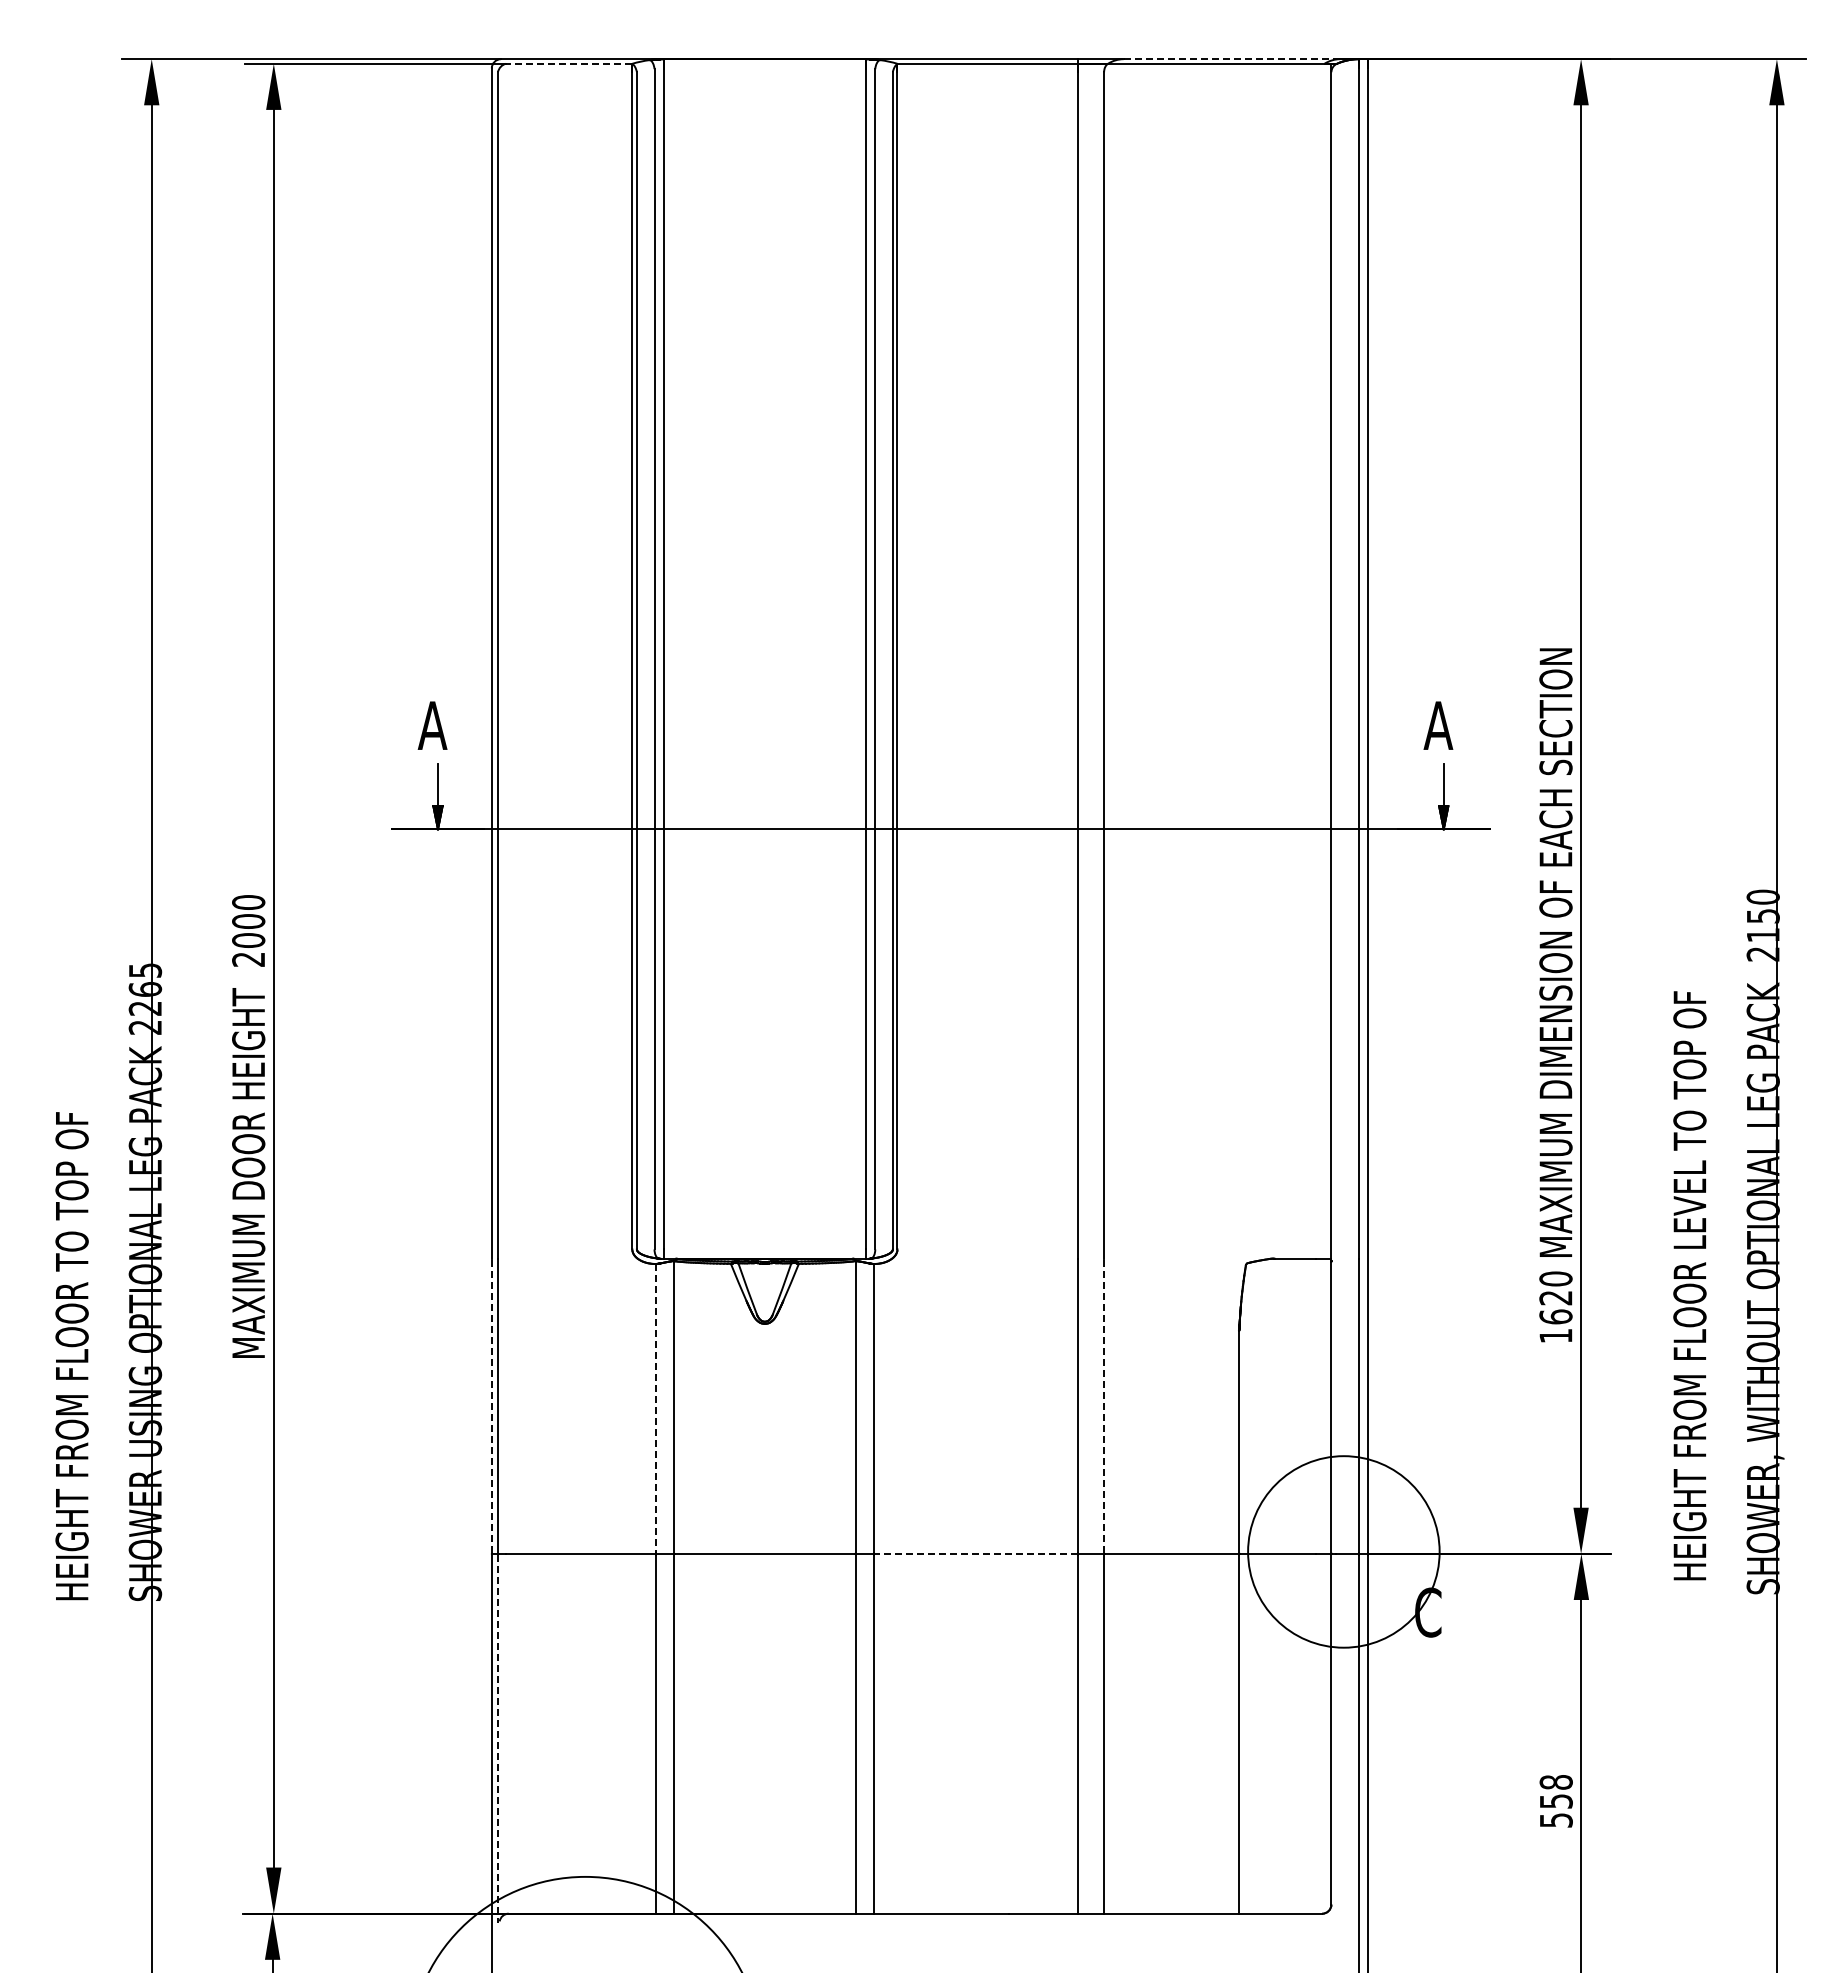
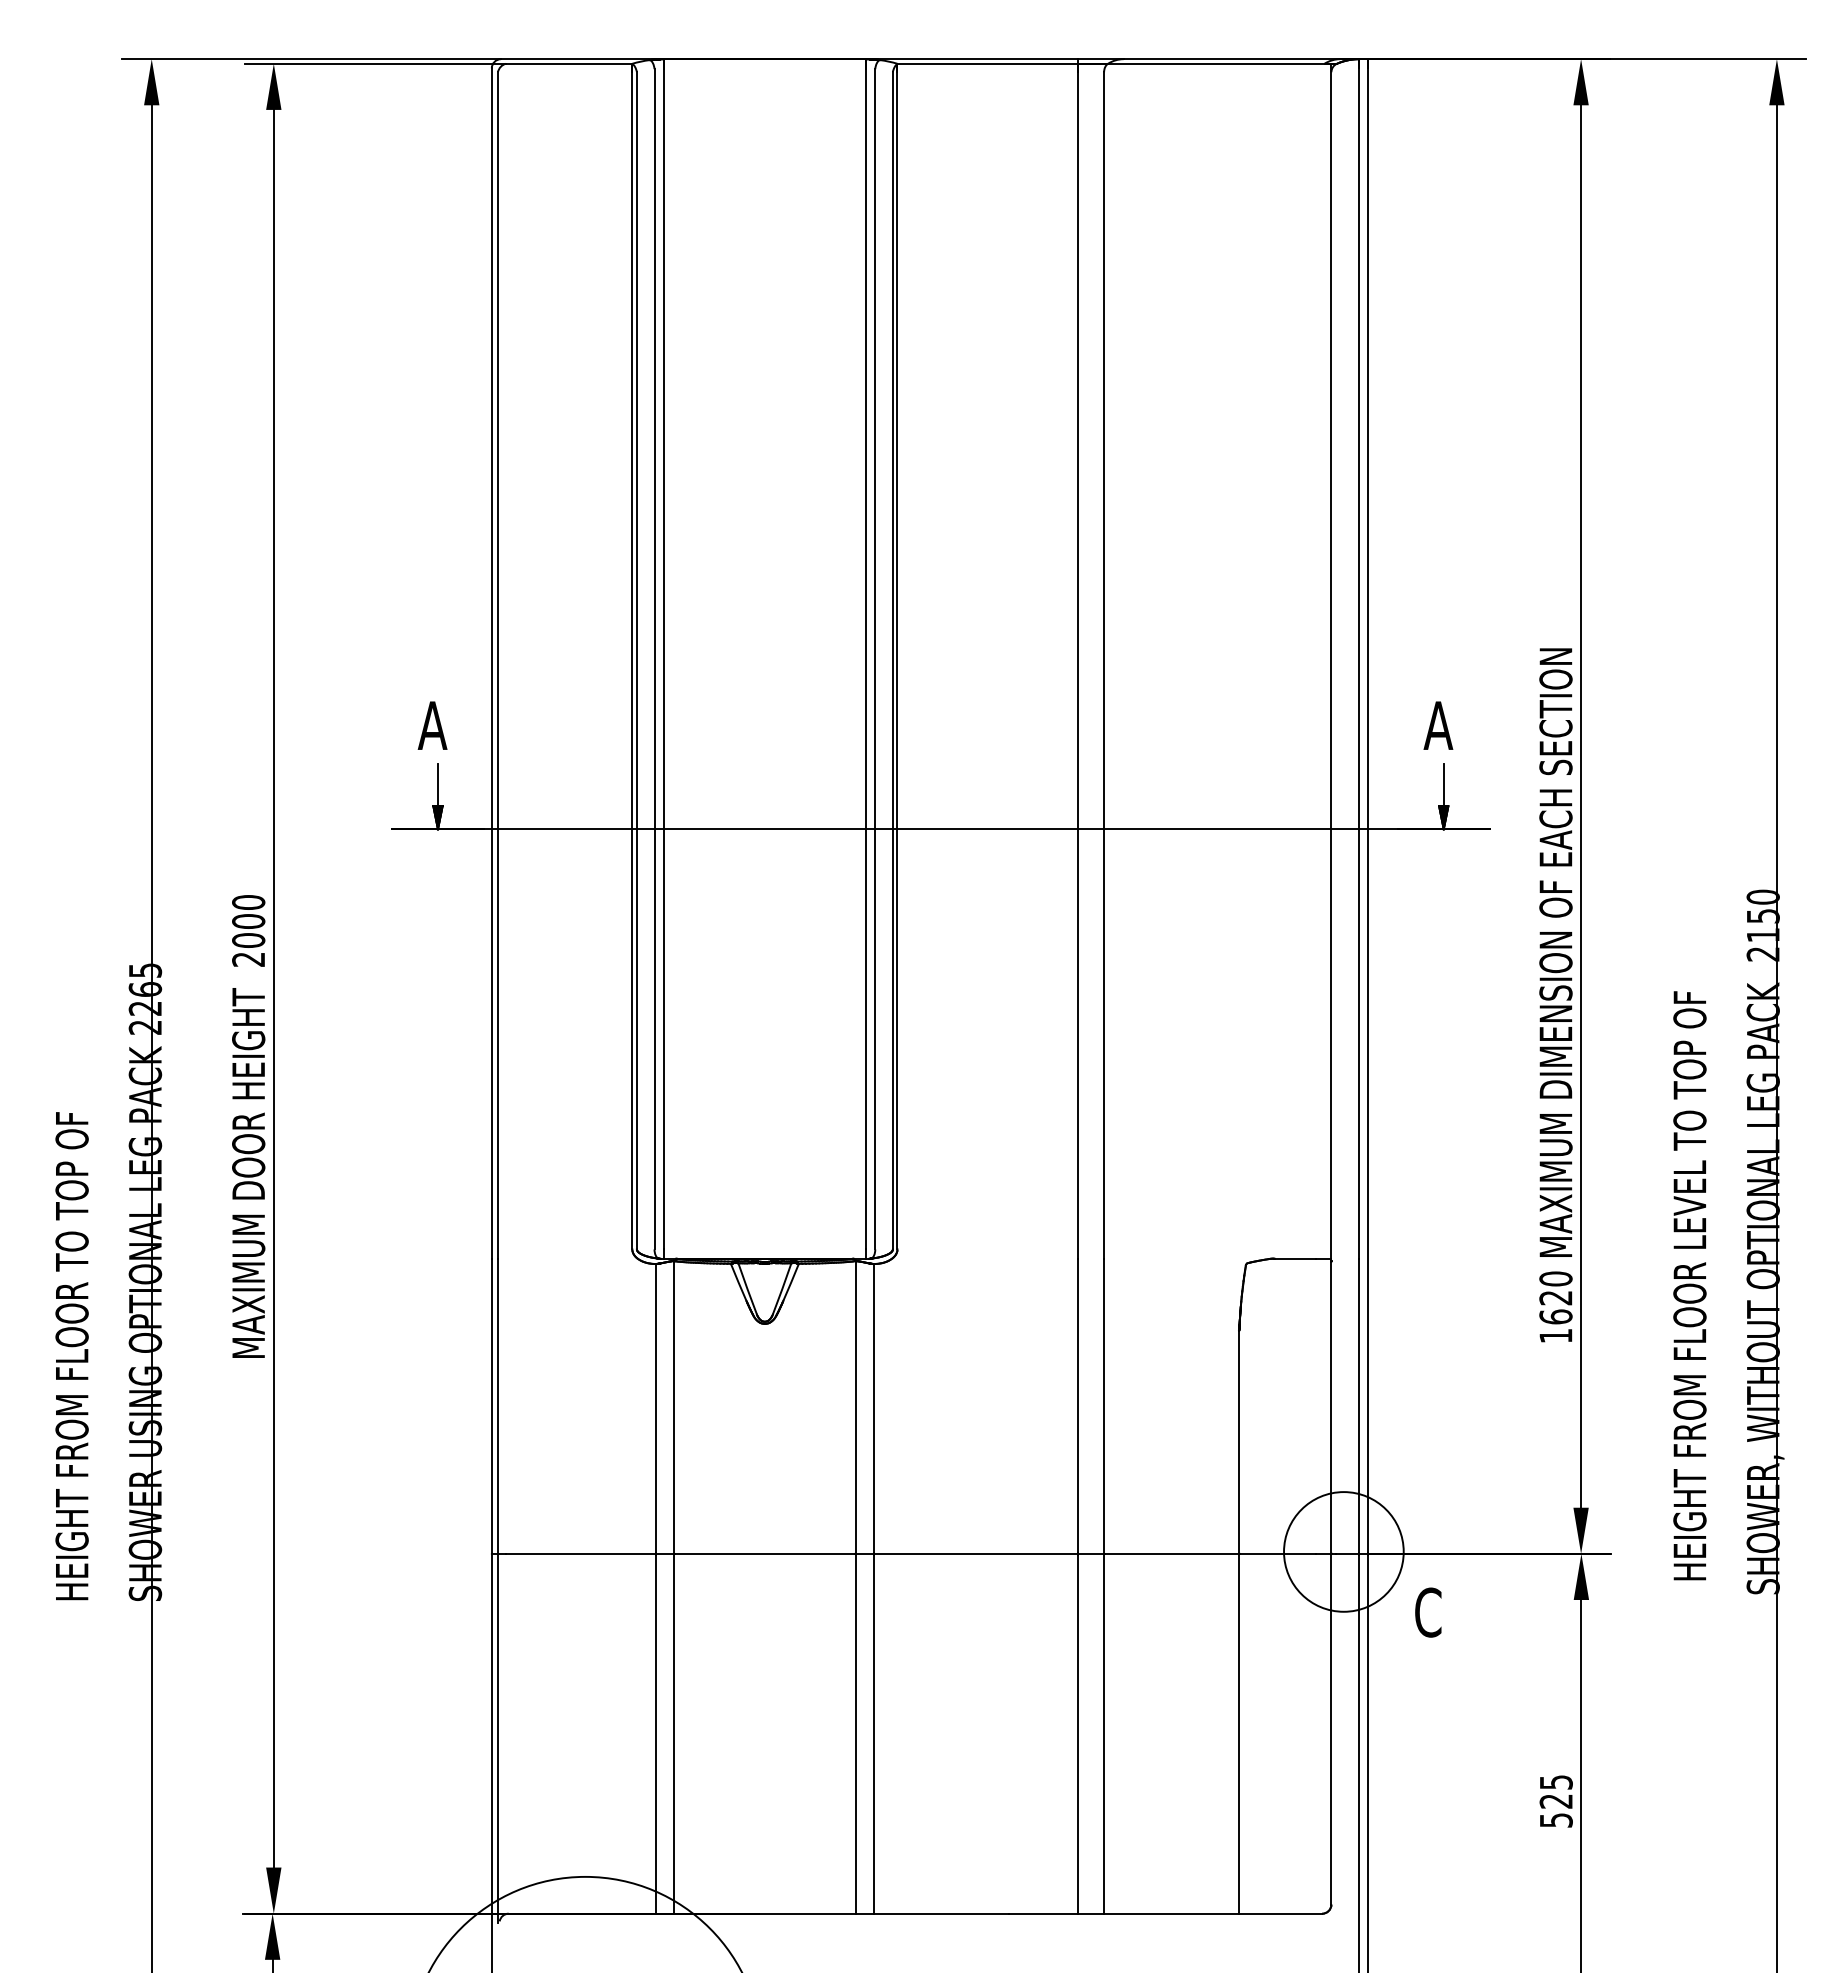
line at (1232, 59): dashed -> solid
line at (568, 63): dashed -> solid
line at (491, 1405): dashed -> solid
line at (1104, 1405): dashed -> solid
line at (655, 1408): dashed -> solid
circle at (1343, 1551) diameter: 192 px -> 120 px
line at (976, 1553): dashed -> solid
line at (497, 1739): dashed -> solid
text at (1555, 1791): 558 -> 525
